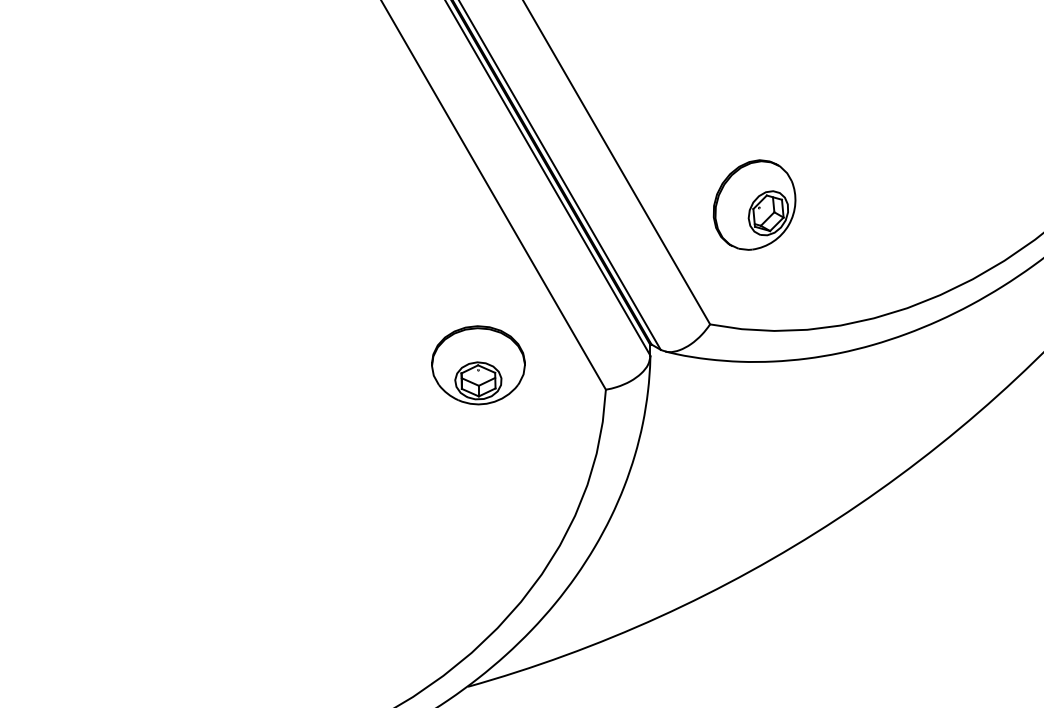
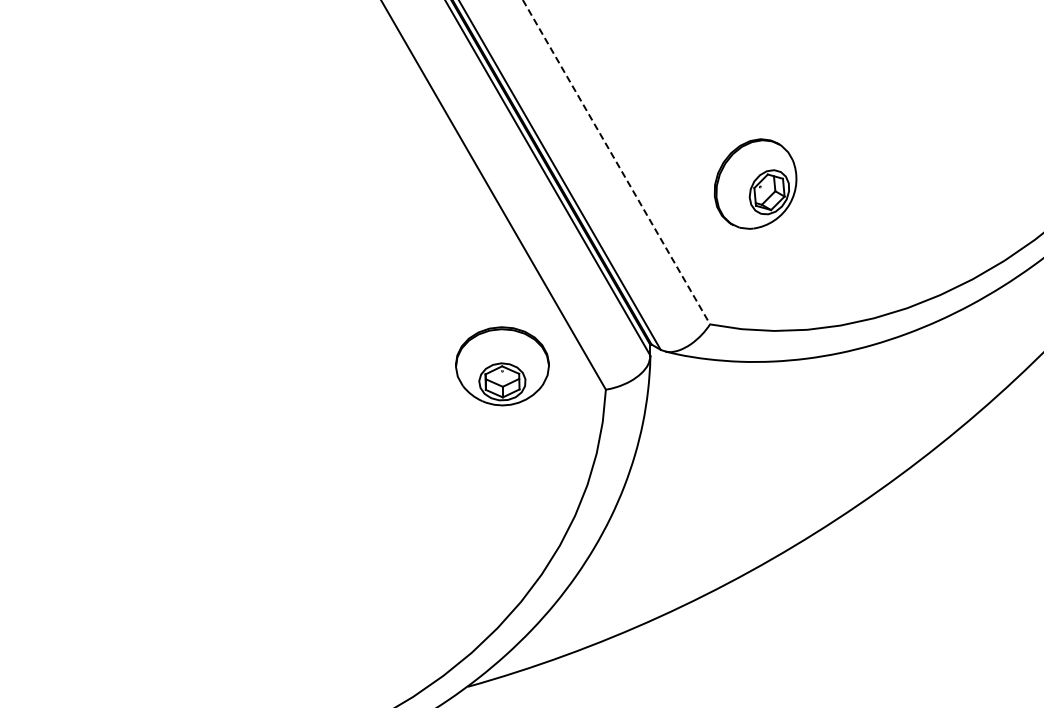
line at (616, 162): solid -> dashed
part at (754, 204) position: (754, 204) -> (755, 183)
part at (478, 365) position: (478, 365) -> (502, 366)
